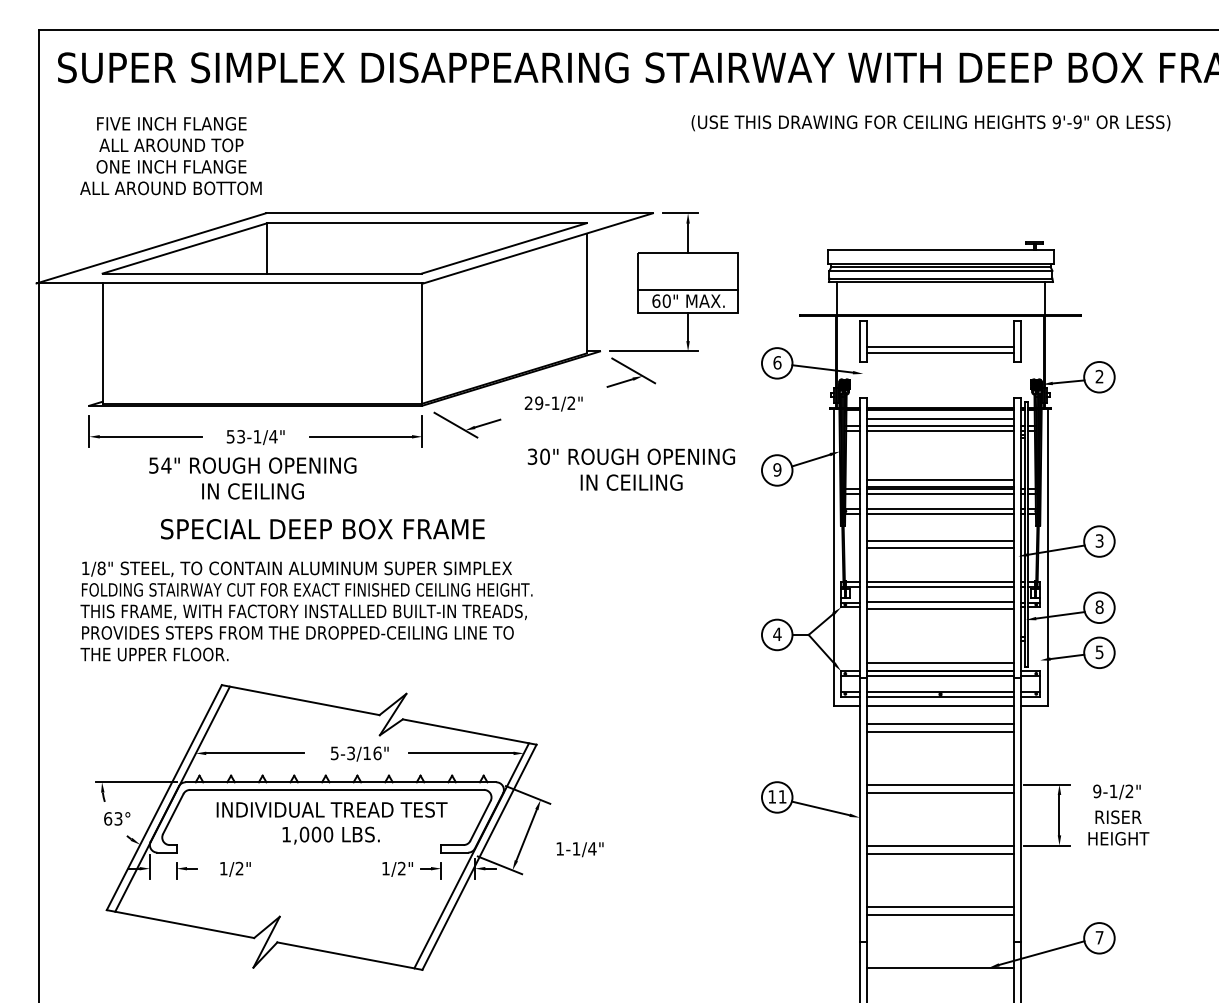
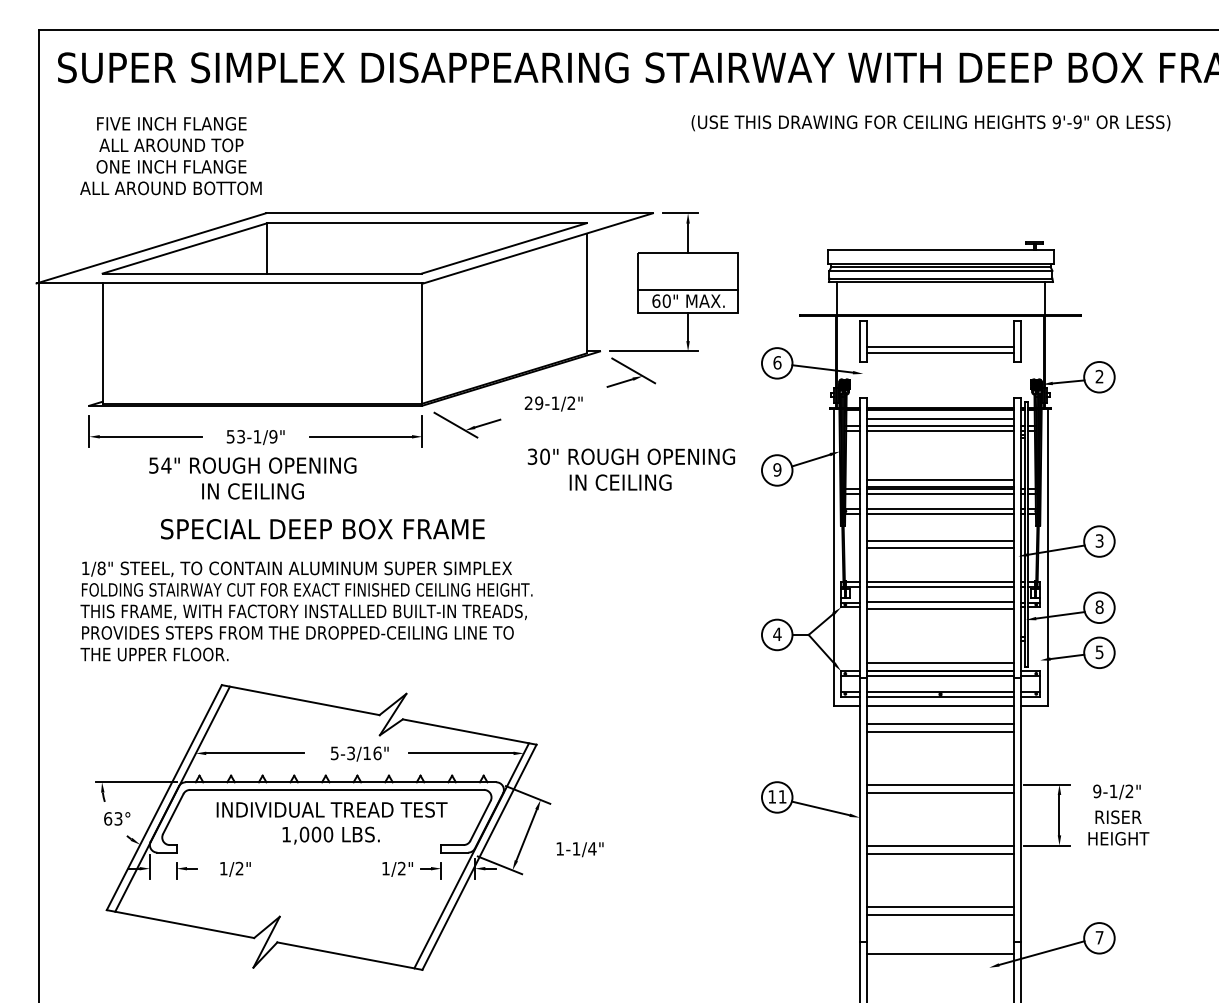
text at (273, 436): 53-1/4" -> 53-1/9"
text at (631, 482) position: (631, 482) -> (620, 482)
line at (940, 967) position: (940, 967) -> (940, 953)
